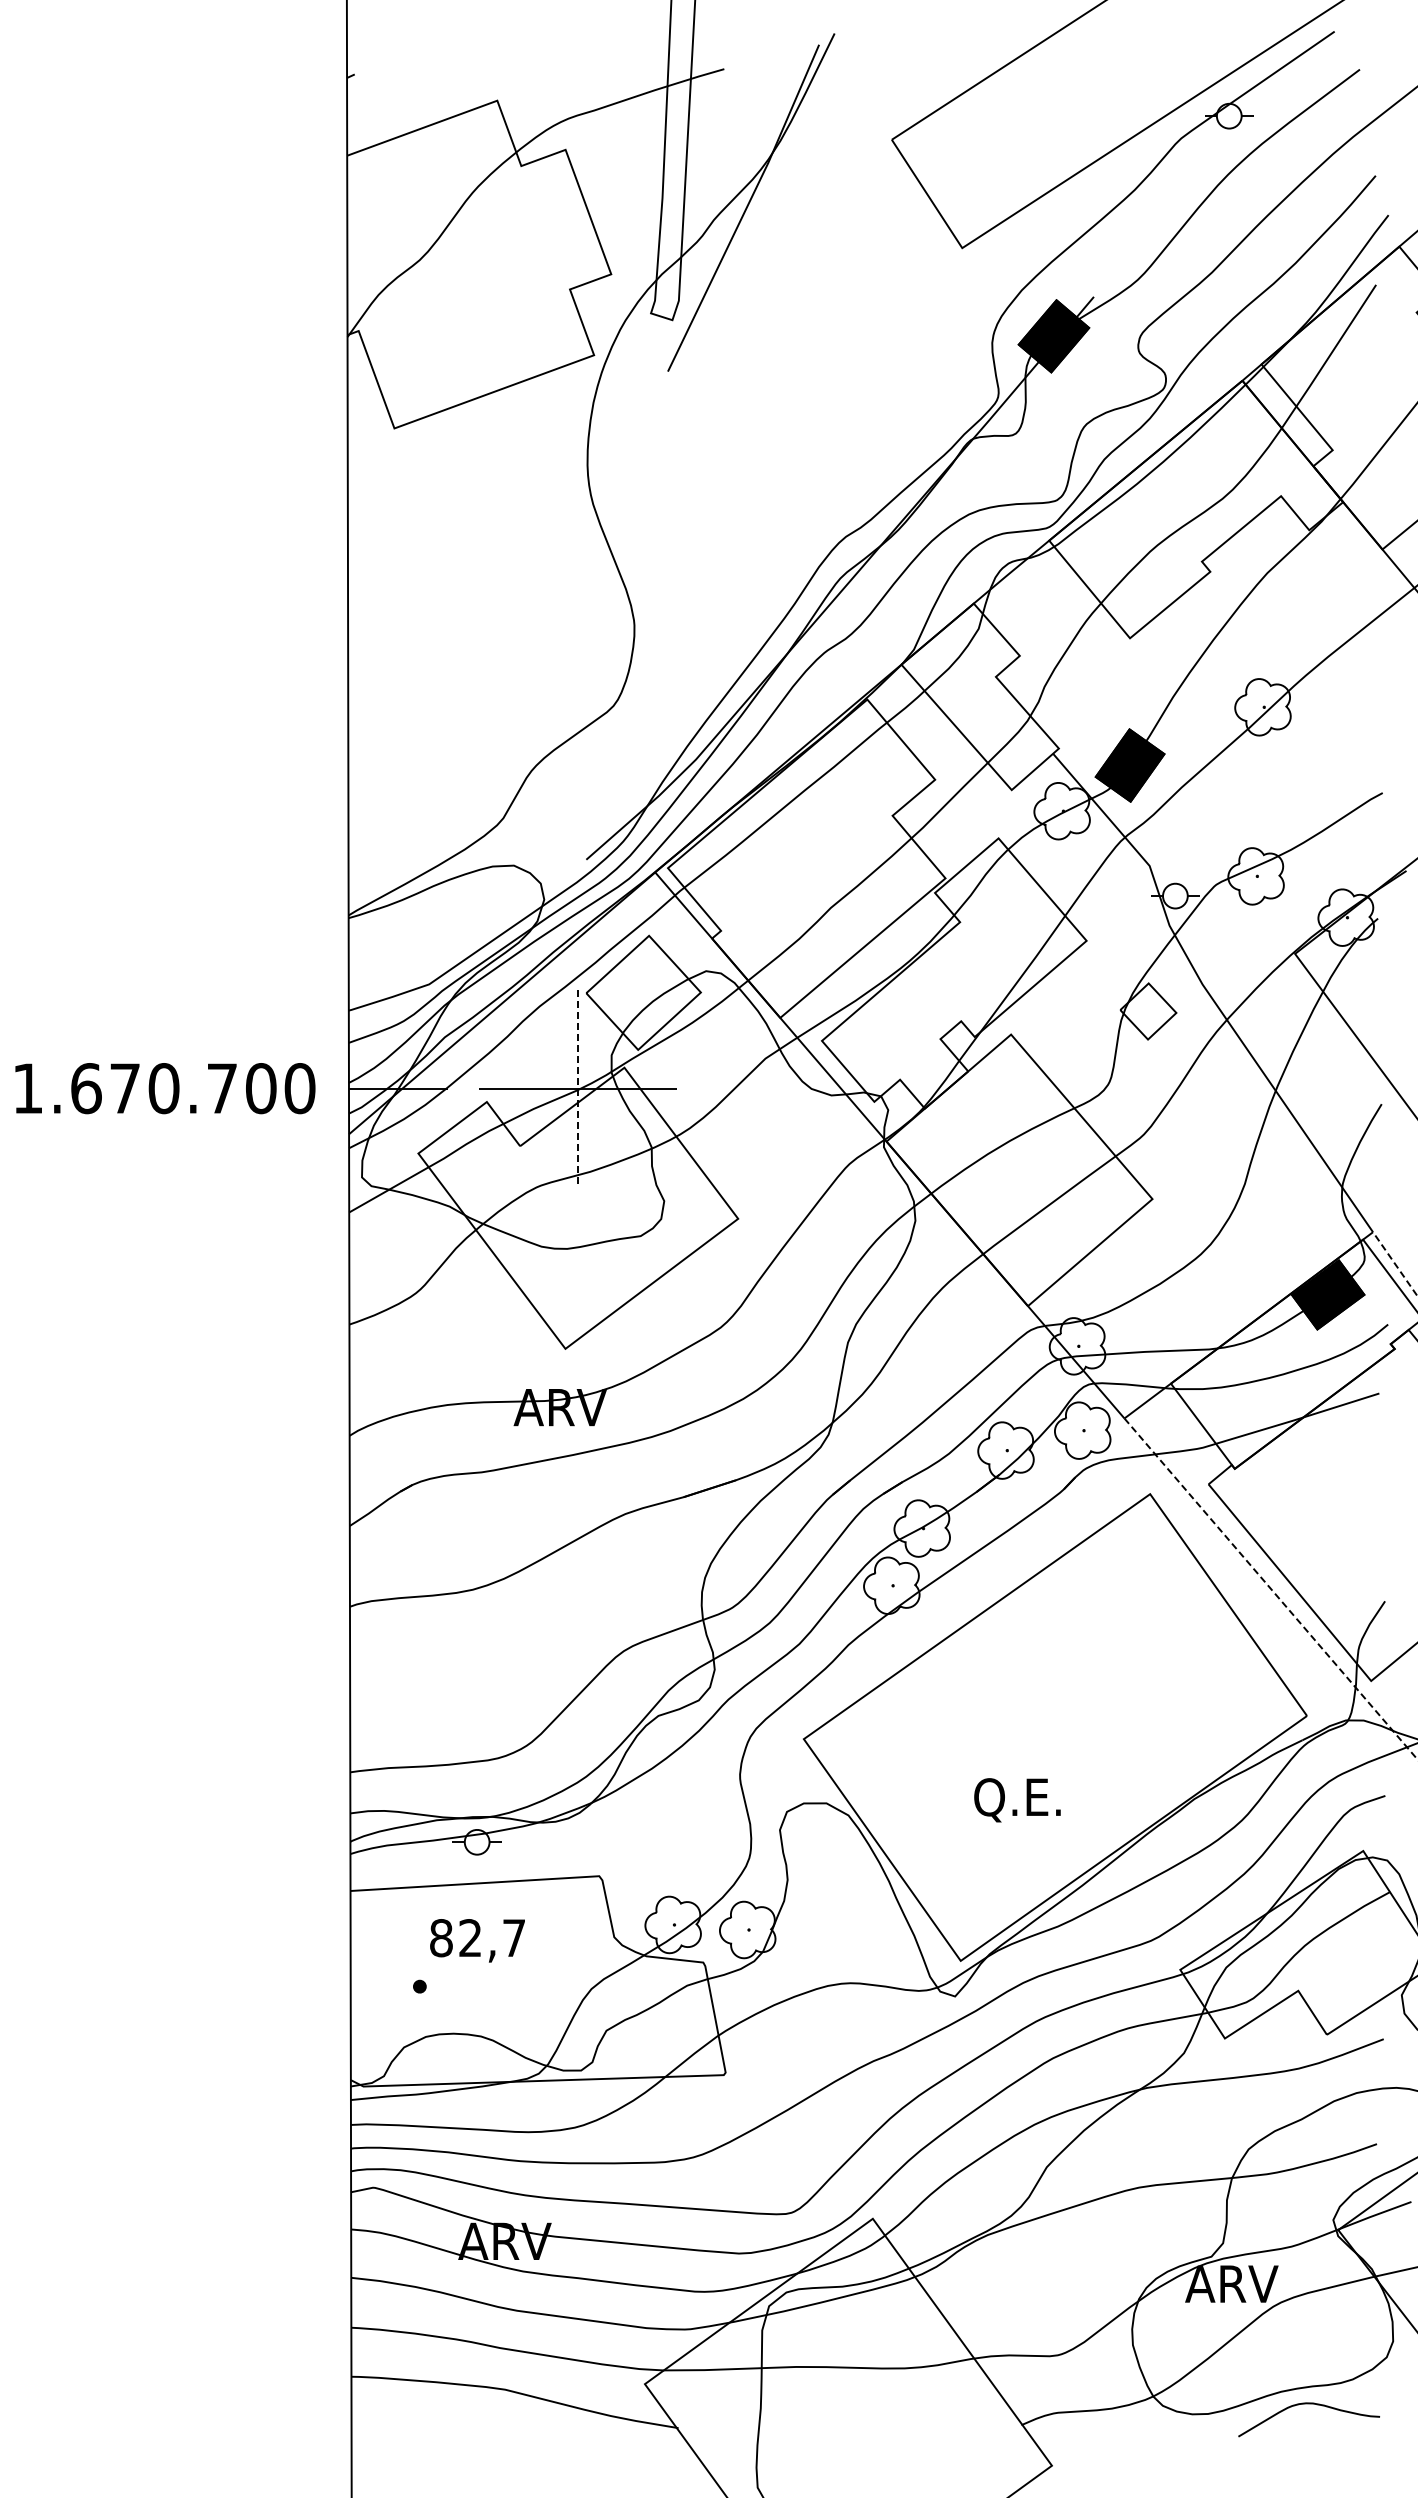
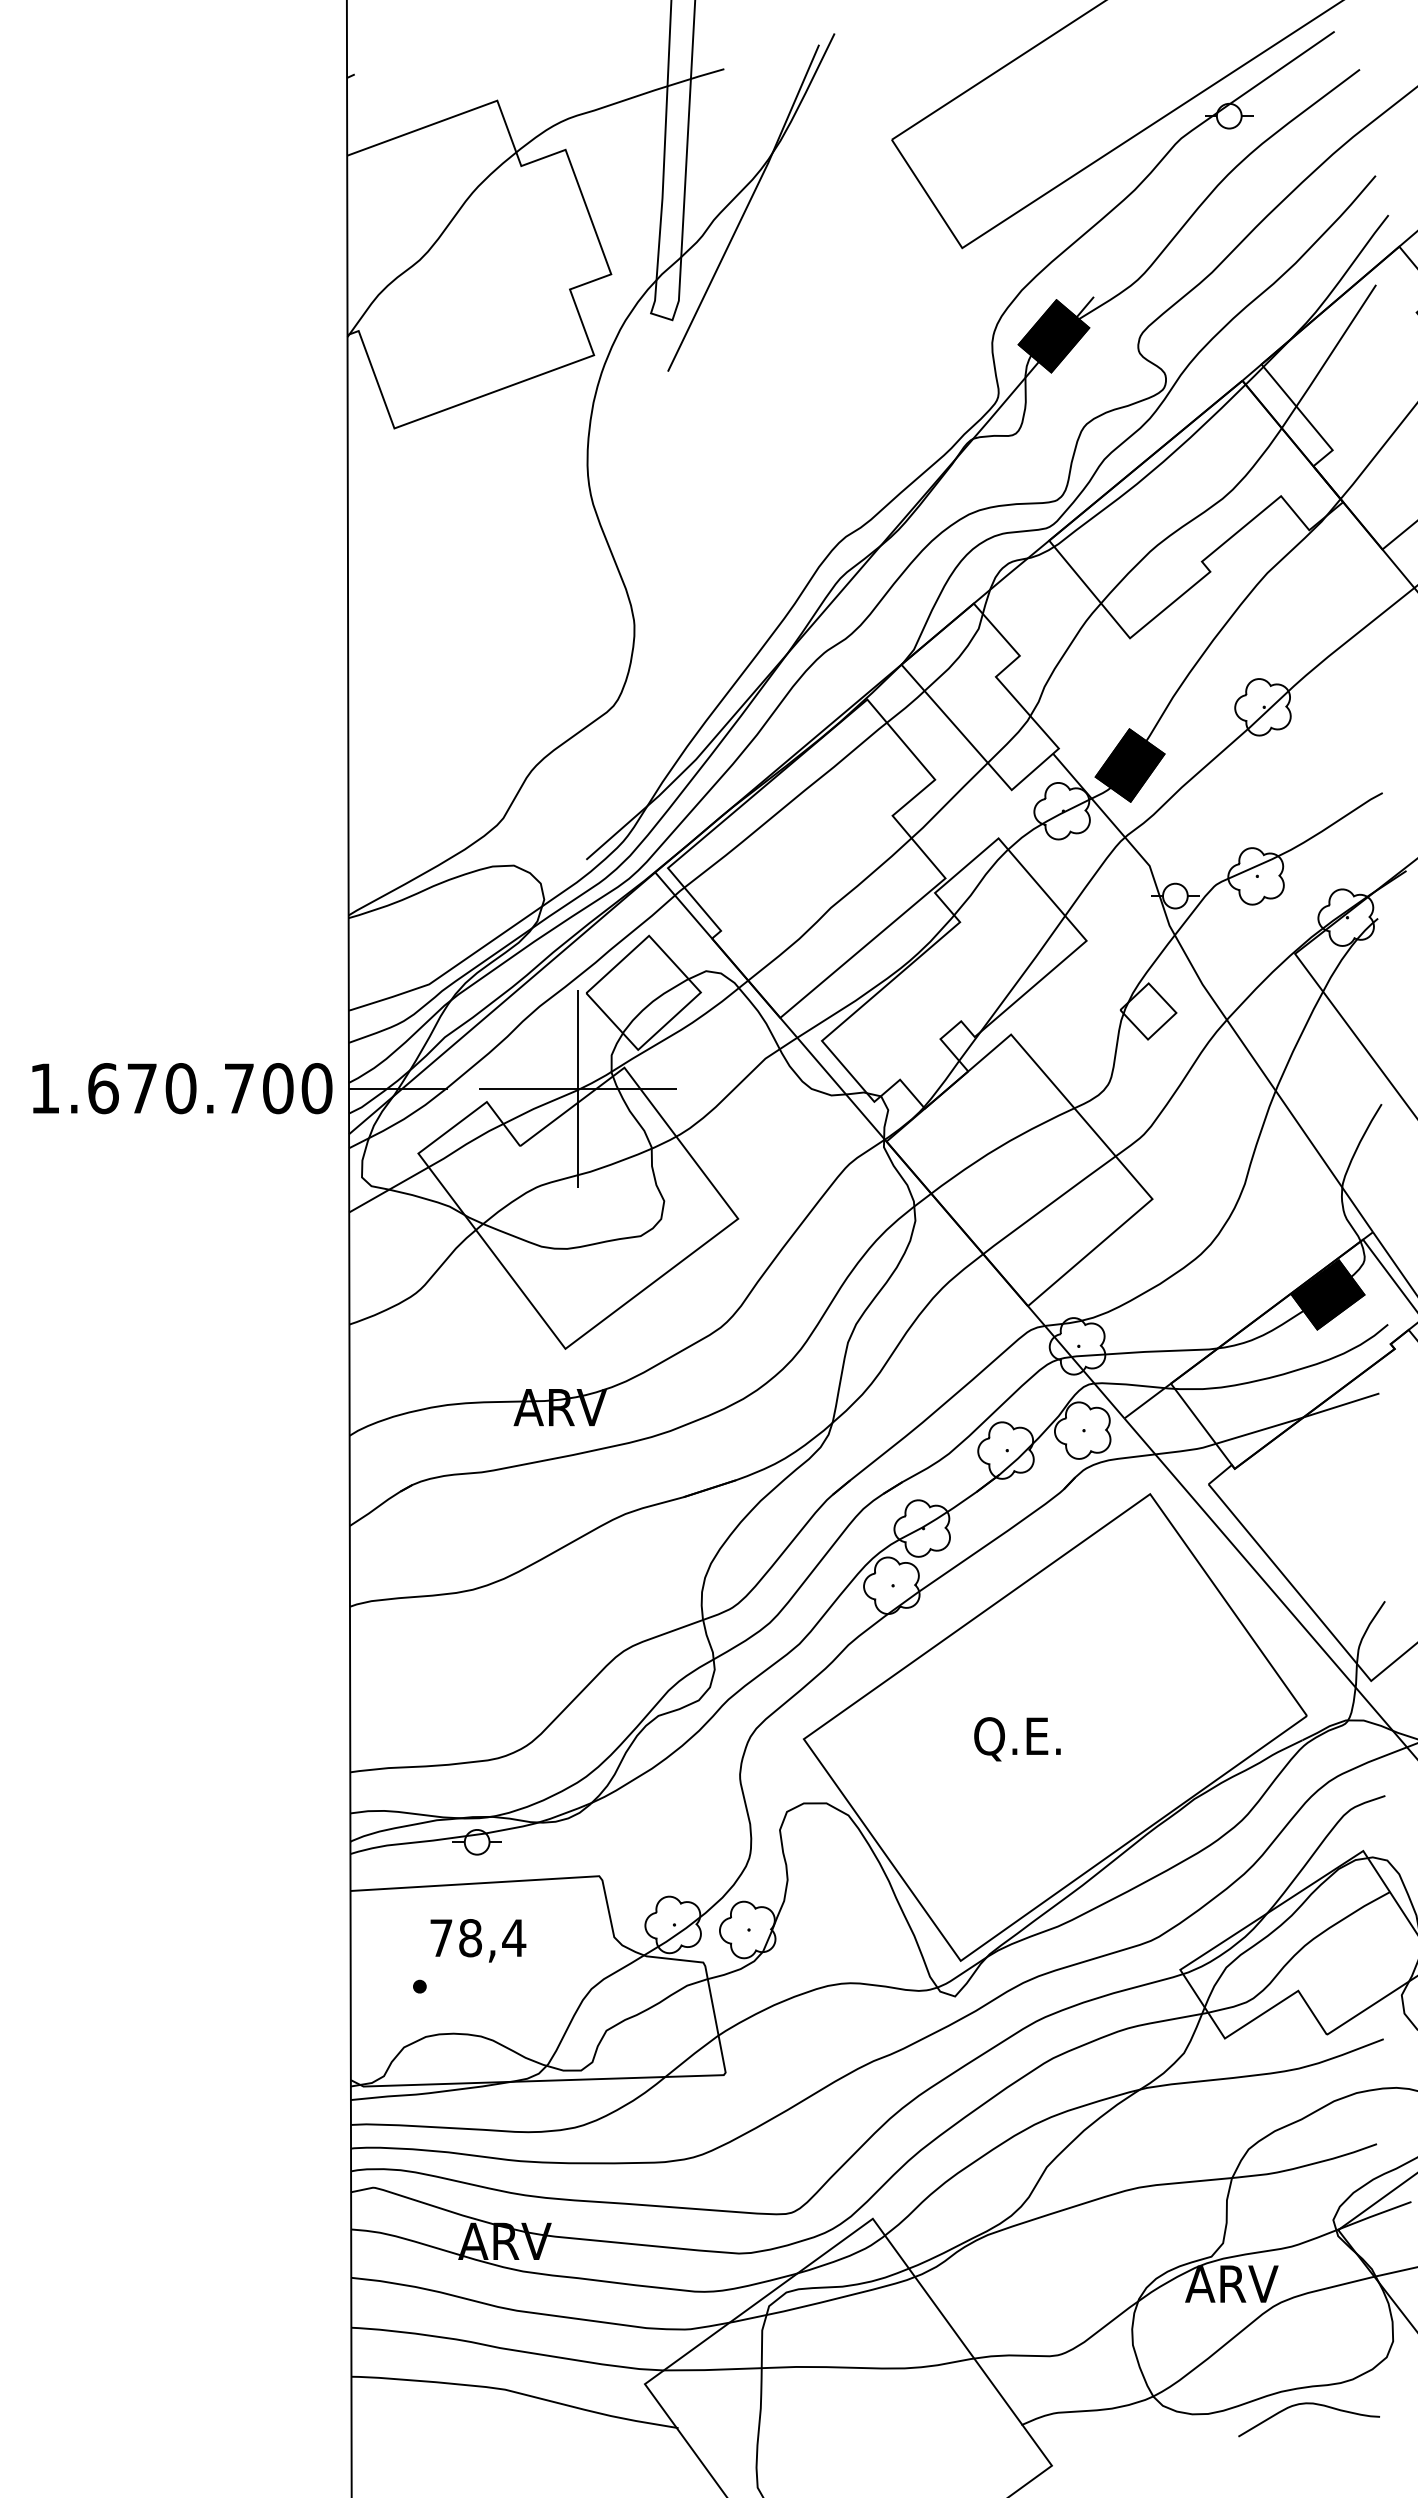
text at (165, 1088) position: (165, 1088) -> (182, 1088)
line at (577, 1089): dashed -> solid
line at (1297, 1619): dashed -> solid
text at (1017, 1800) position: (1017, 1800) -> (1017, 1739)
text at (478, 1938): 82,7 -> 78,4
